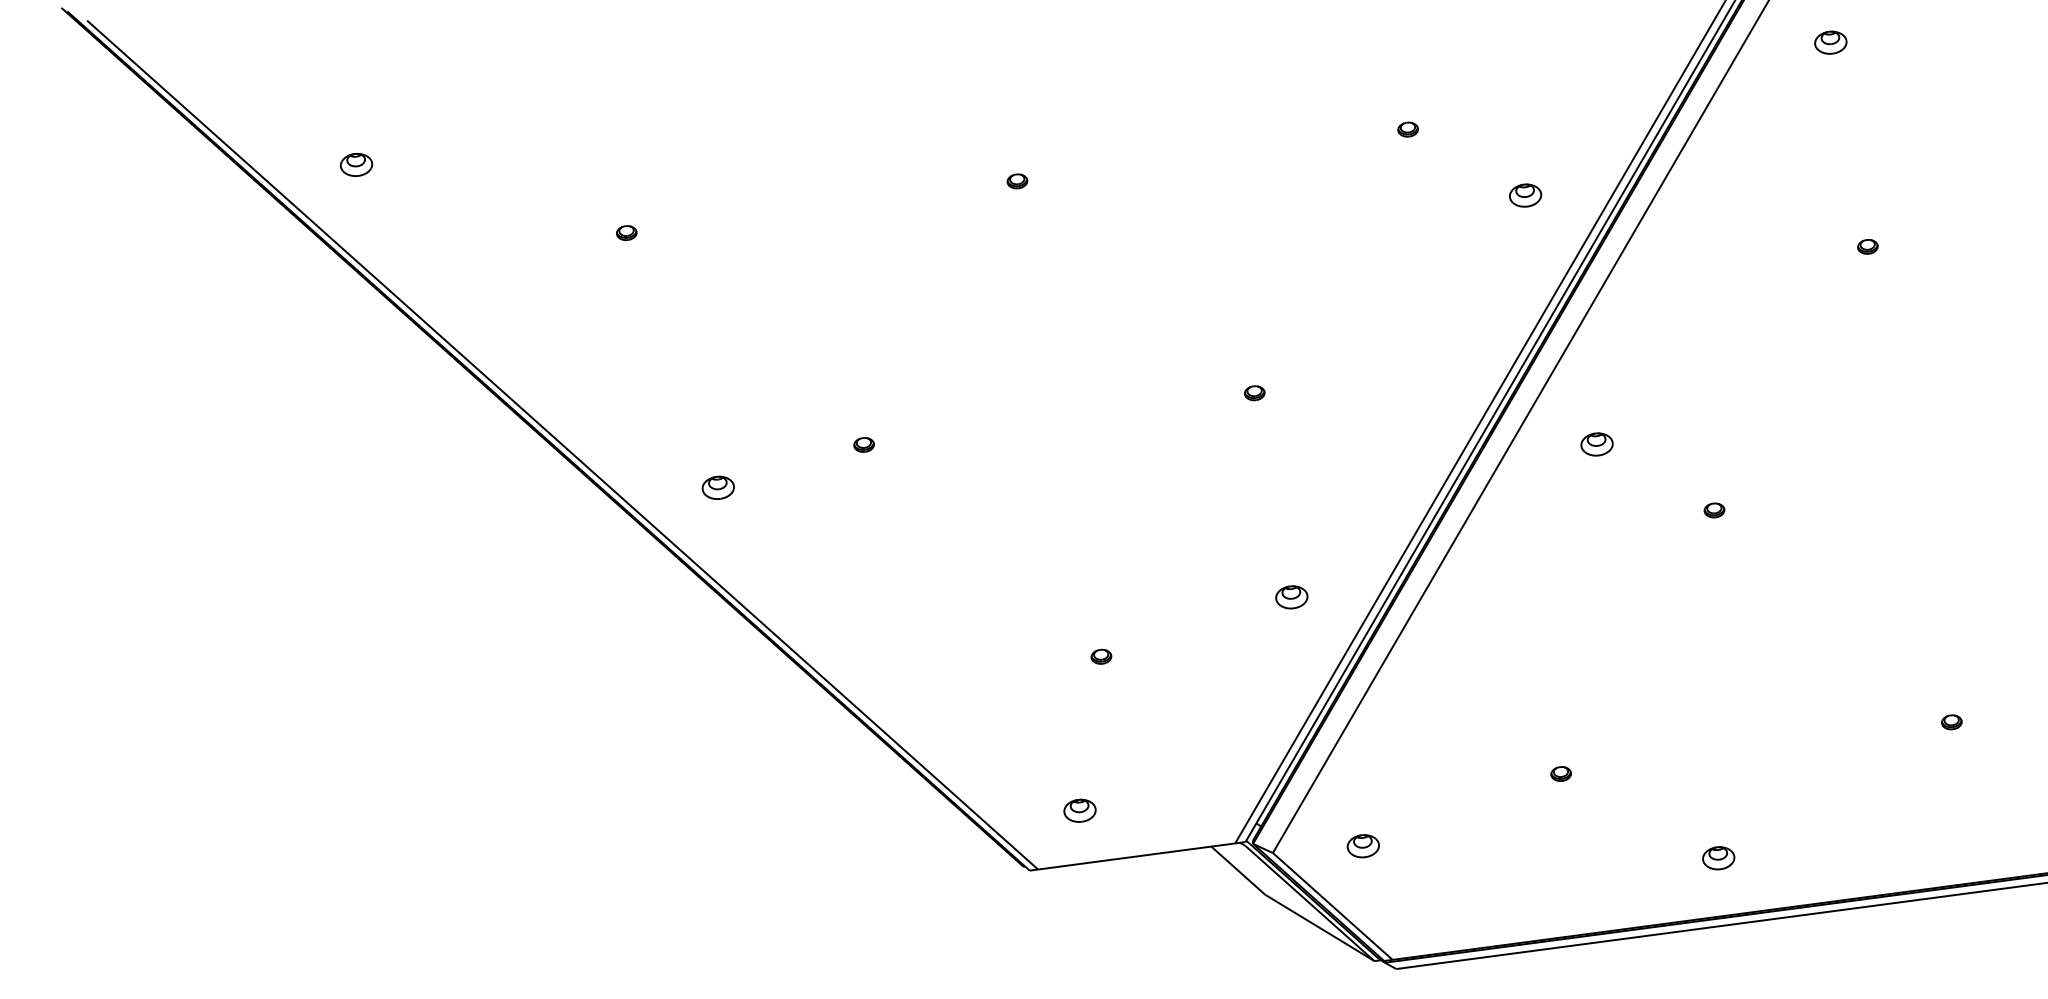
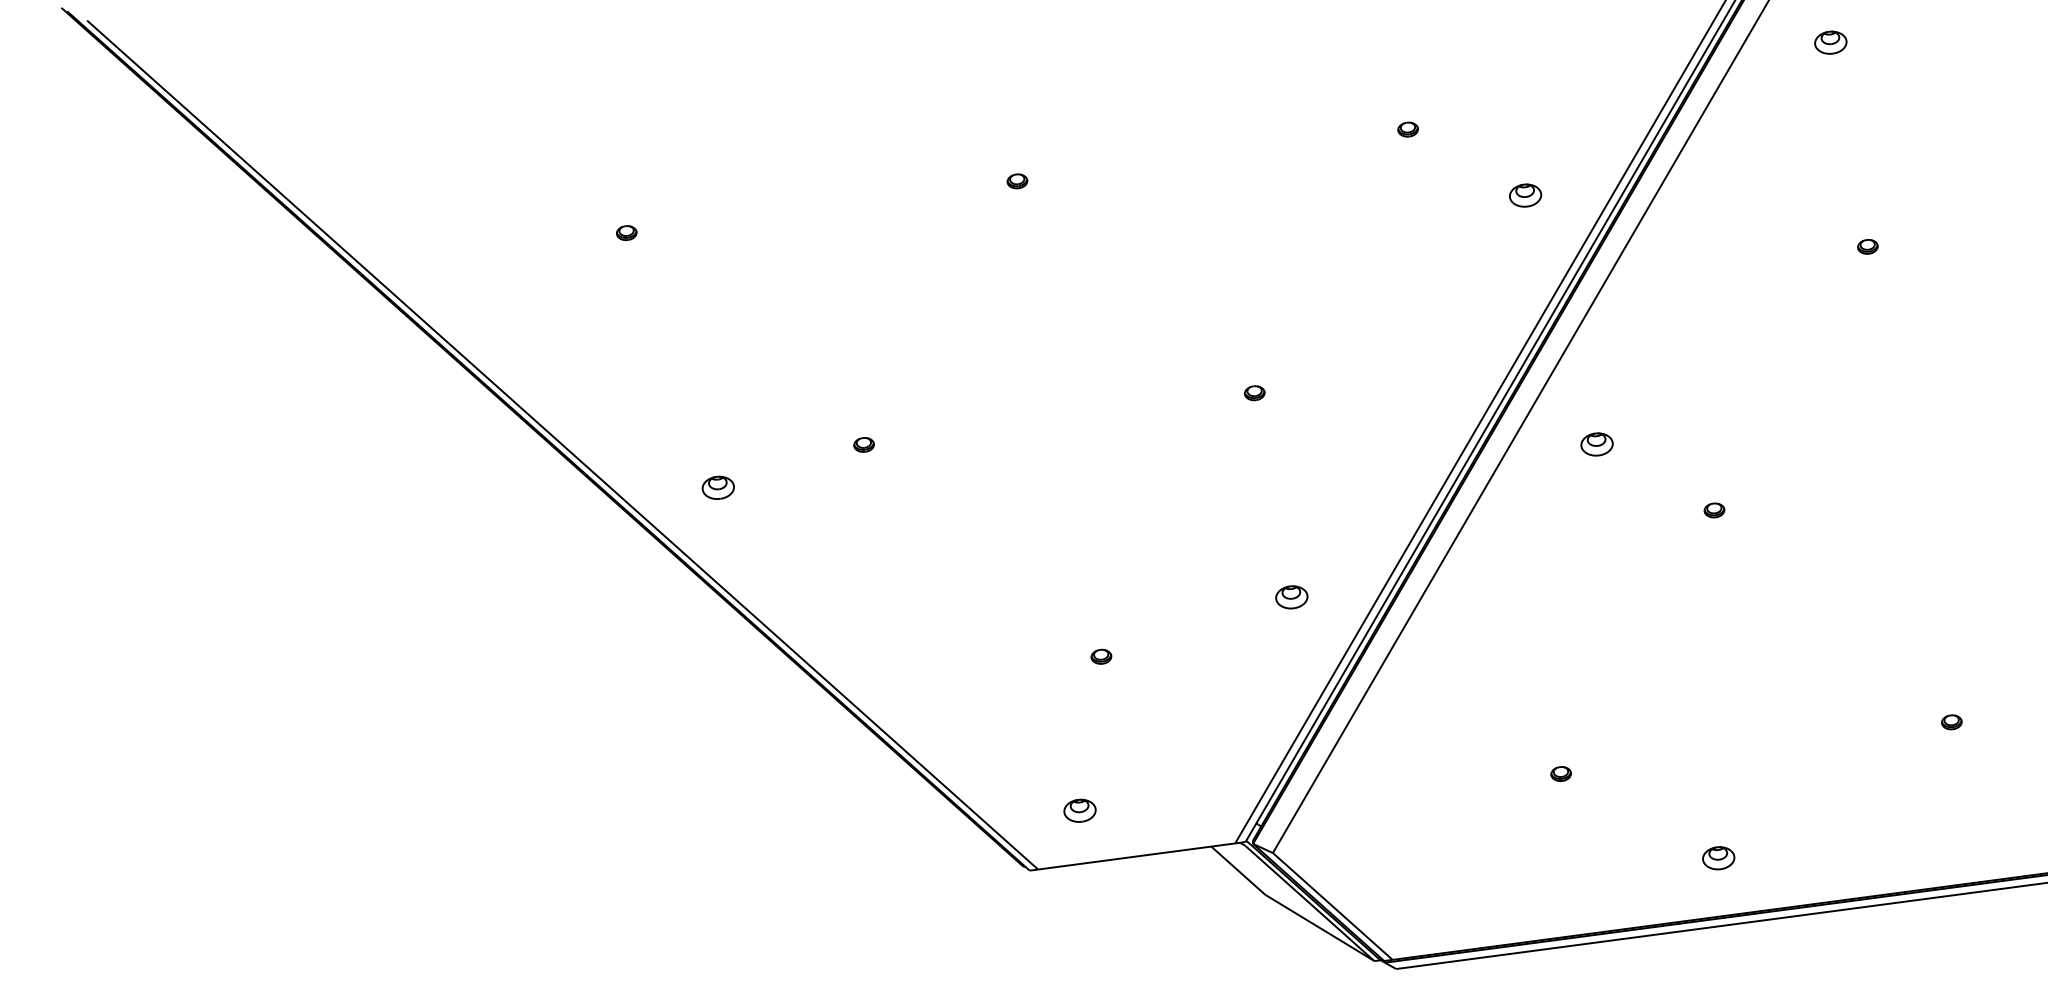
part at (356, 164): present -> none
part at (1362, 846): present -> none
